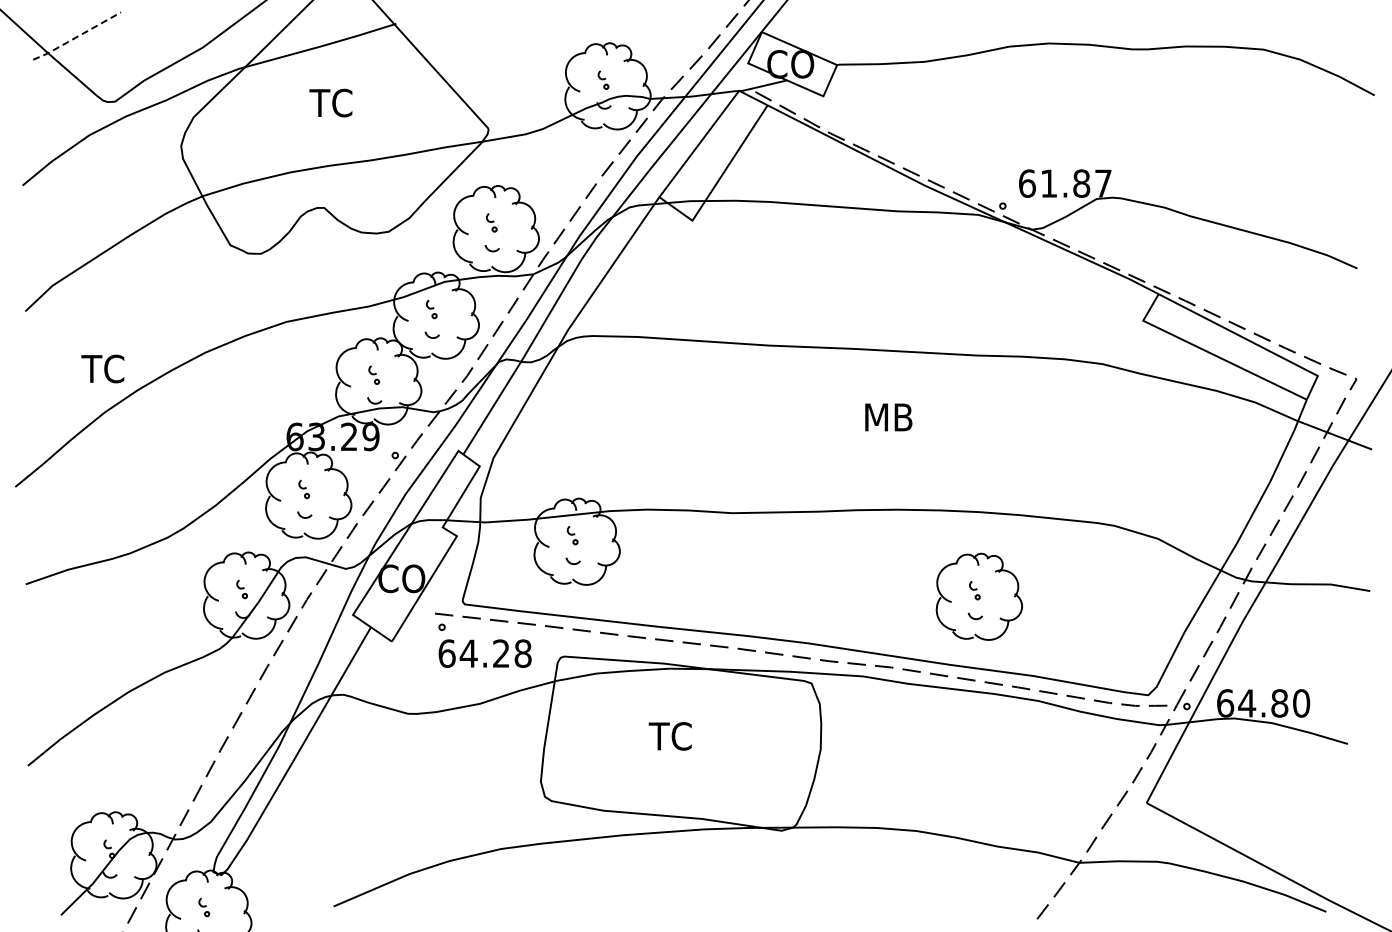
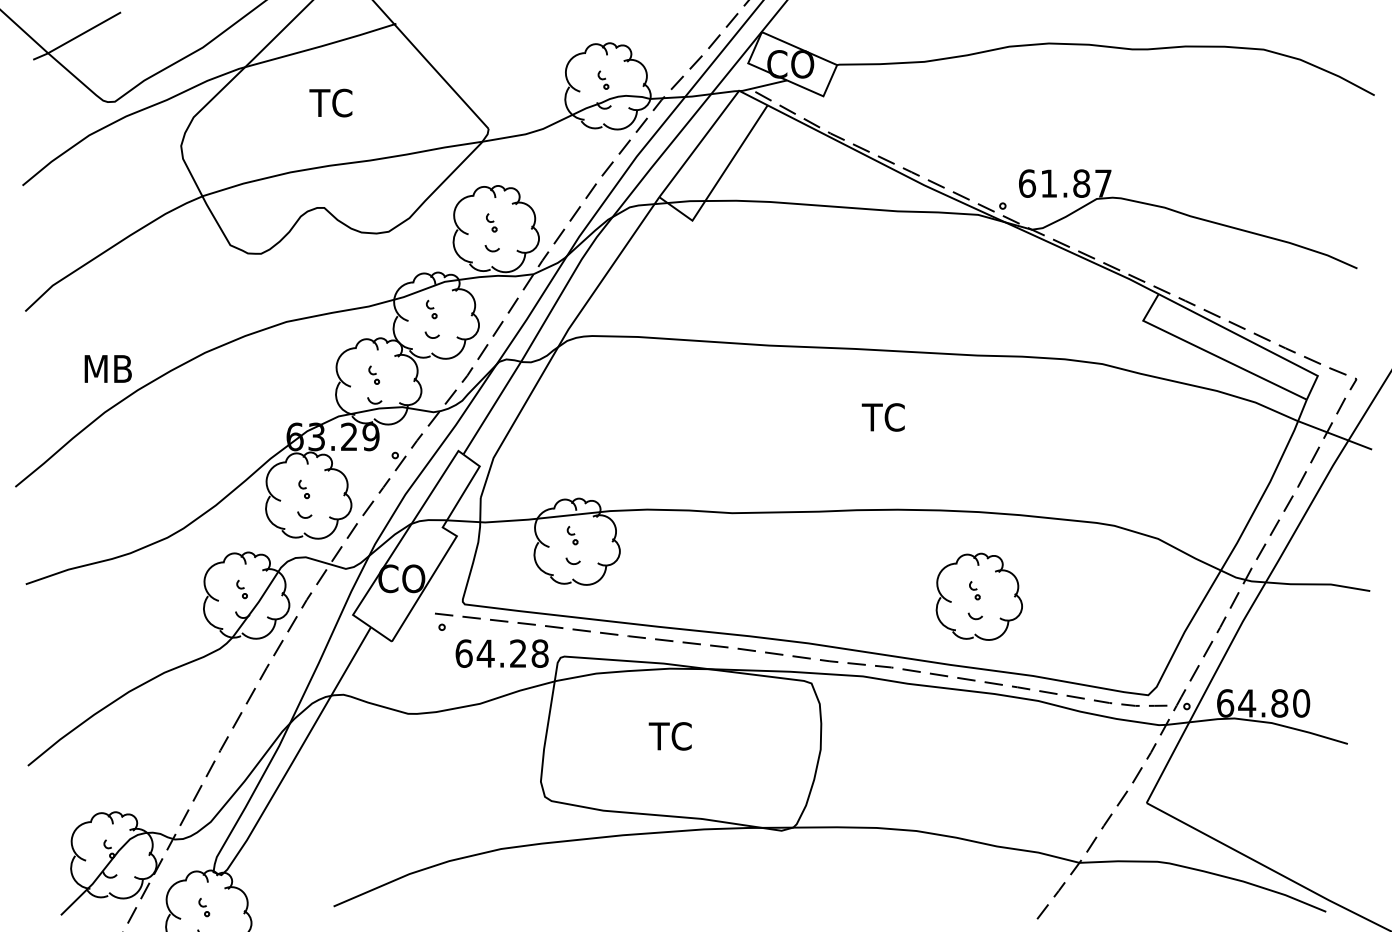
line at (76, 37): dashed -> solid
text at (106, 368): TC -> MB
text at (886, 417): MB -> TC
text at (484, 653) position: (484, 653) -> (501, 653)
